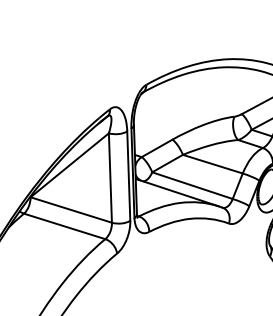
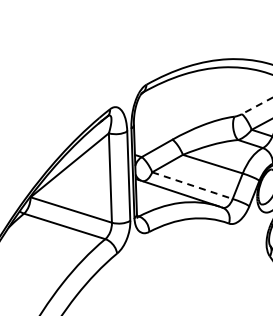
line at (256, 106): solid -> dashed
line at (192, 185): solid -> dashed
